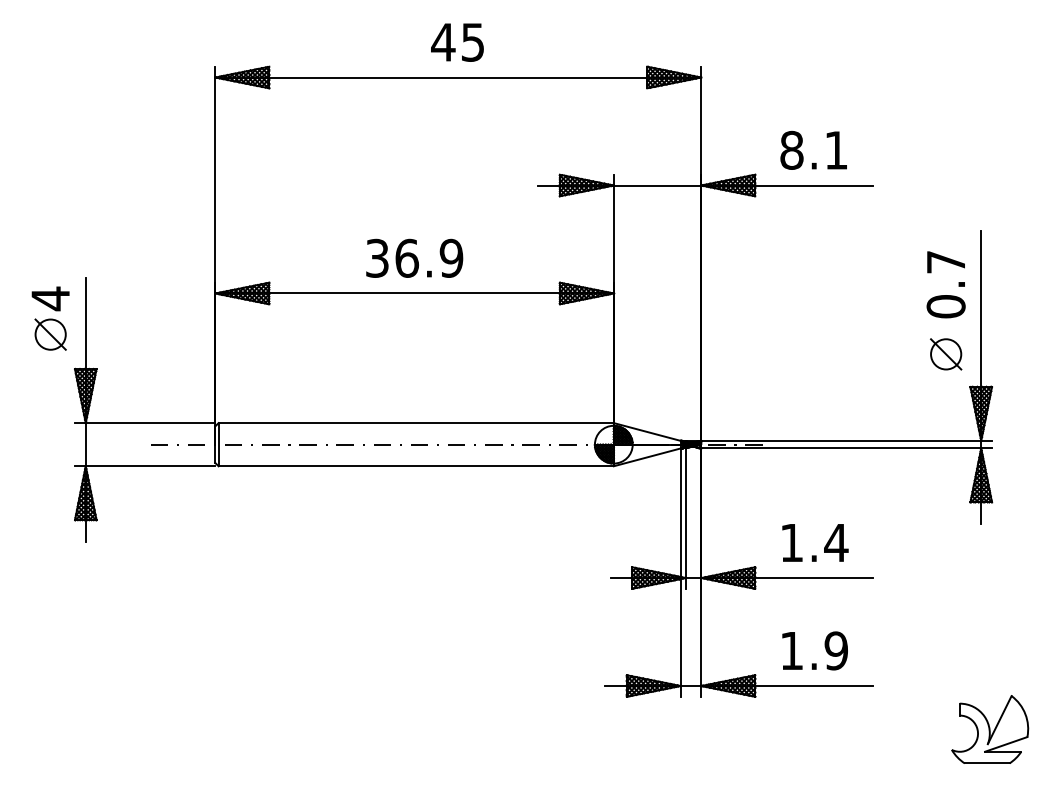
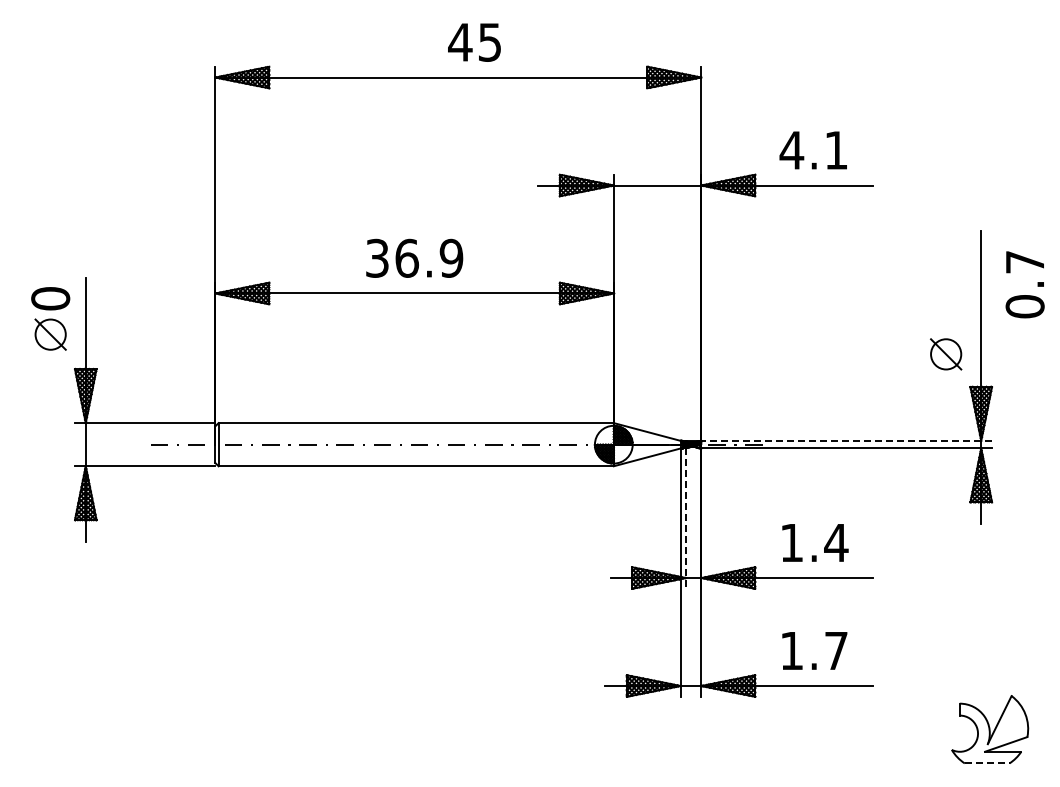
text at (457, 42) position: (457, 42) -> (474, 42)
text at (791, 149): 8.1 -> 4.1
text at (945, 284) position: (945, 284) -> (1024, 284)
text at (50, 298): 4 -> 0
line at (846, 440): solid -> dashed
line at (686, 519): solid -> dashed
text at (835, 650): 1.9 -> 1.7
line at (987, 763): solid -> dashed
